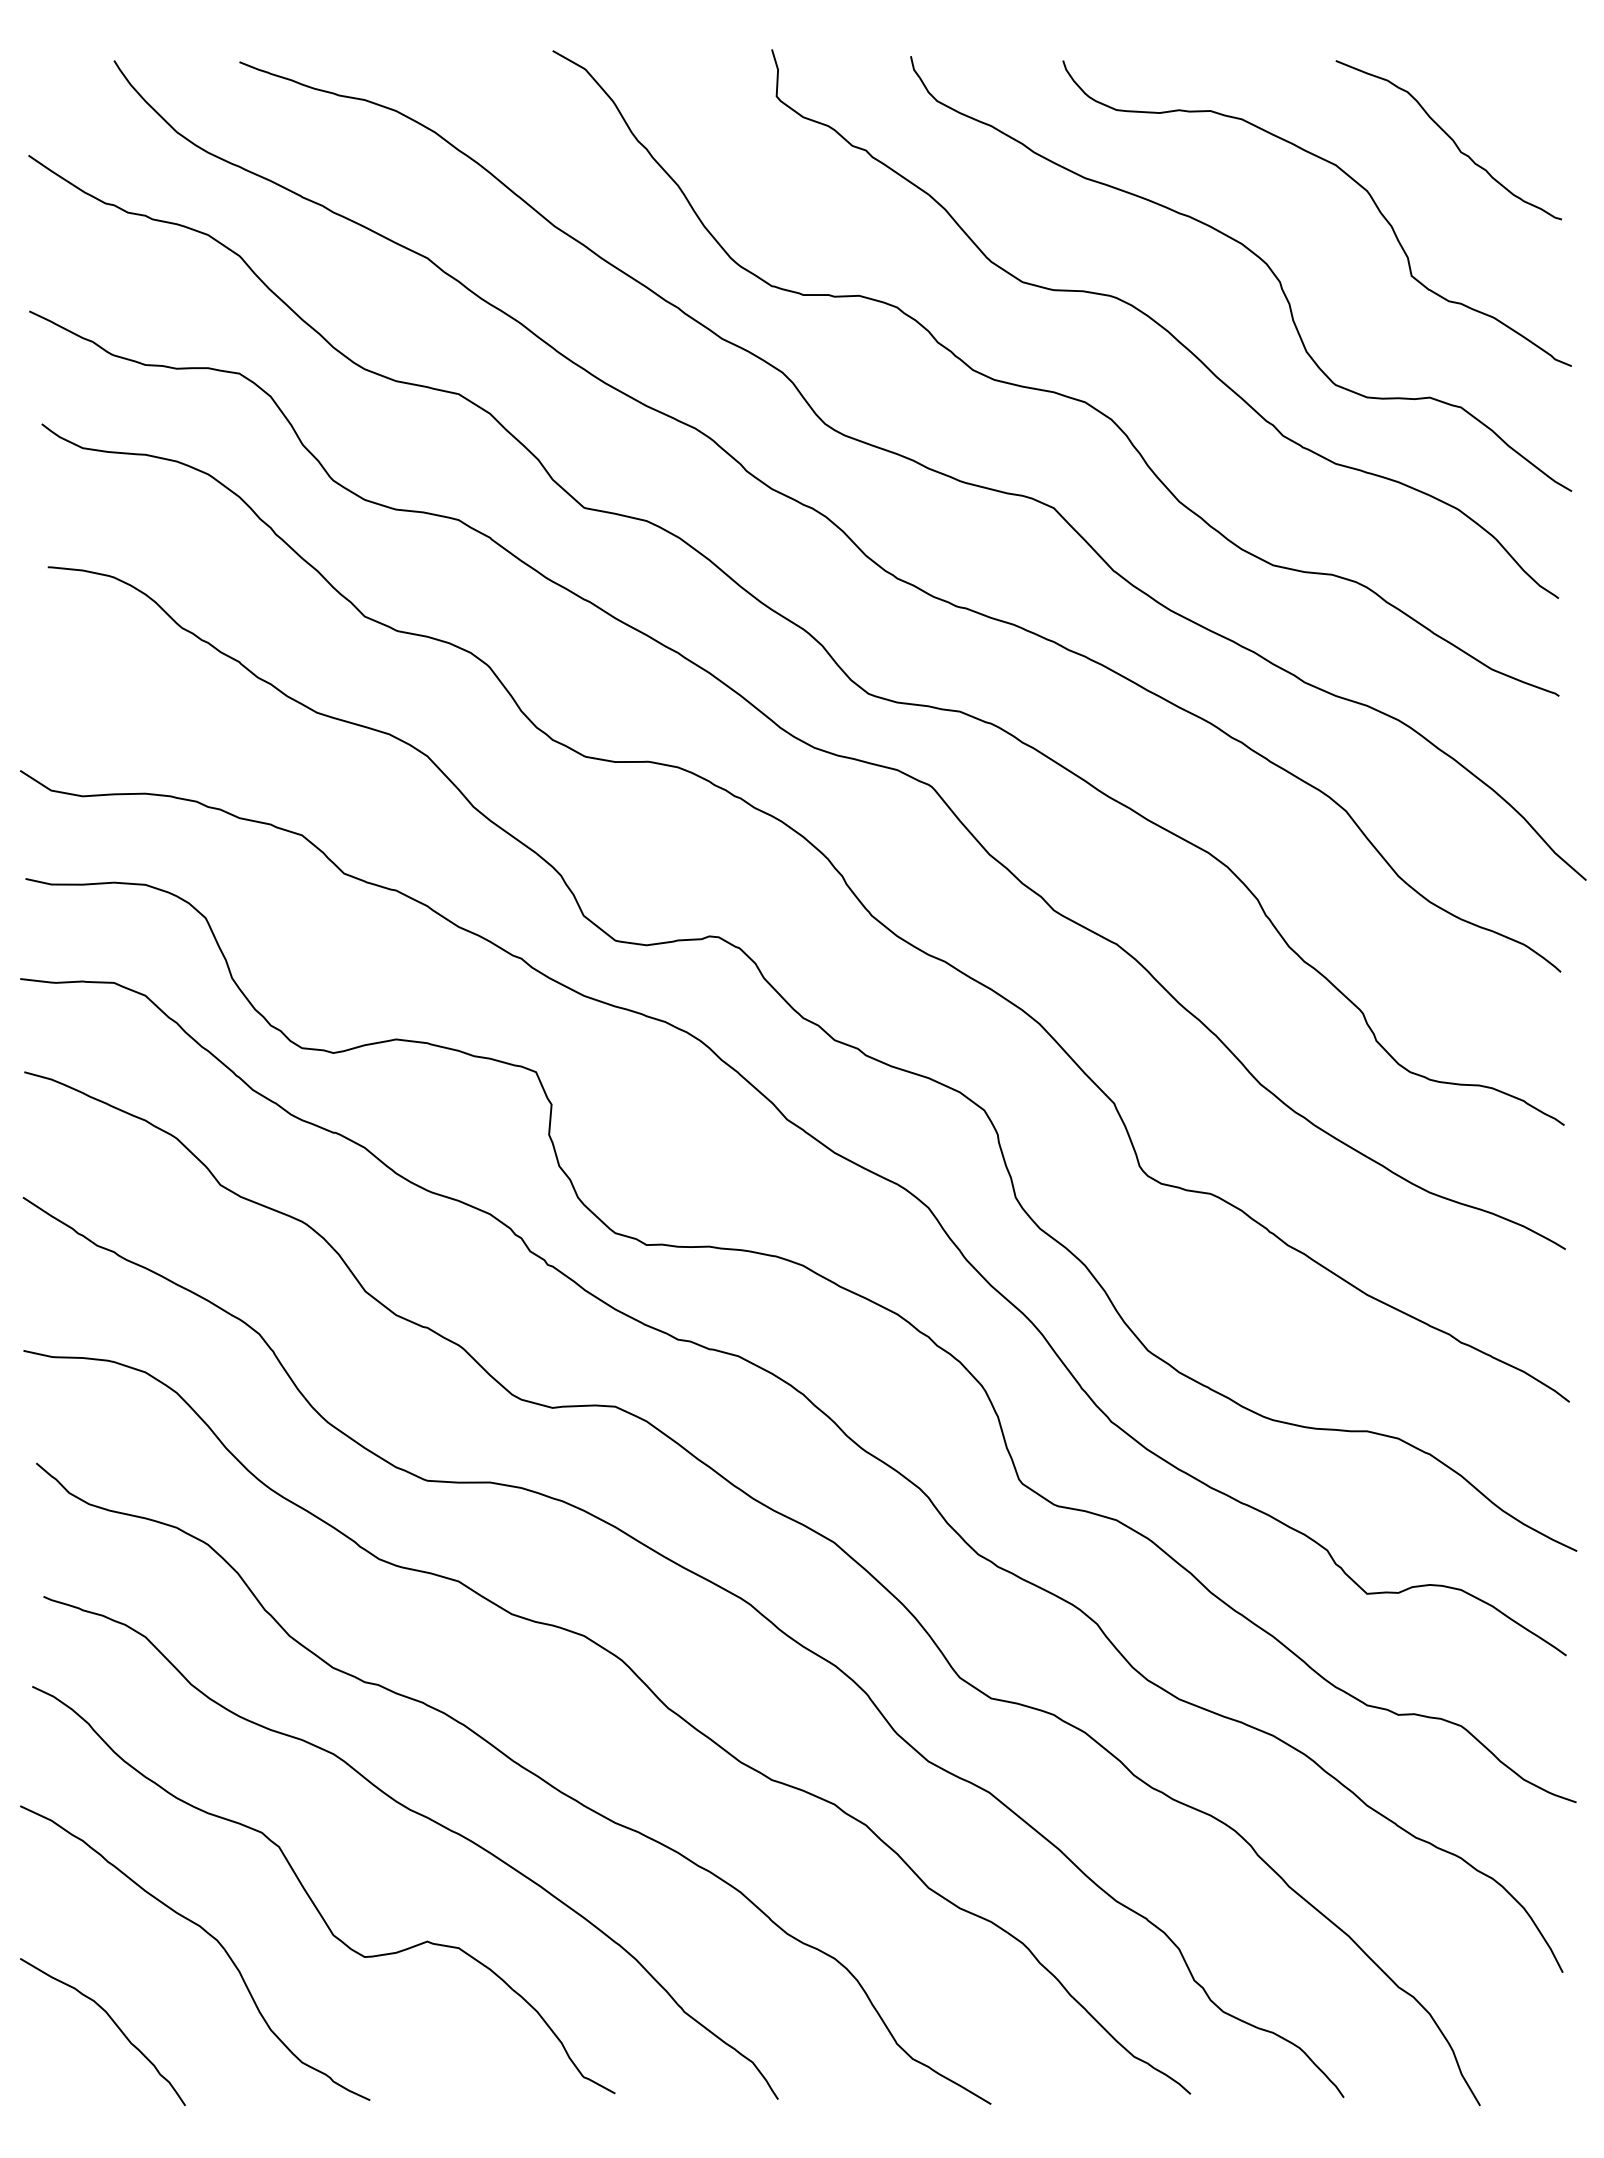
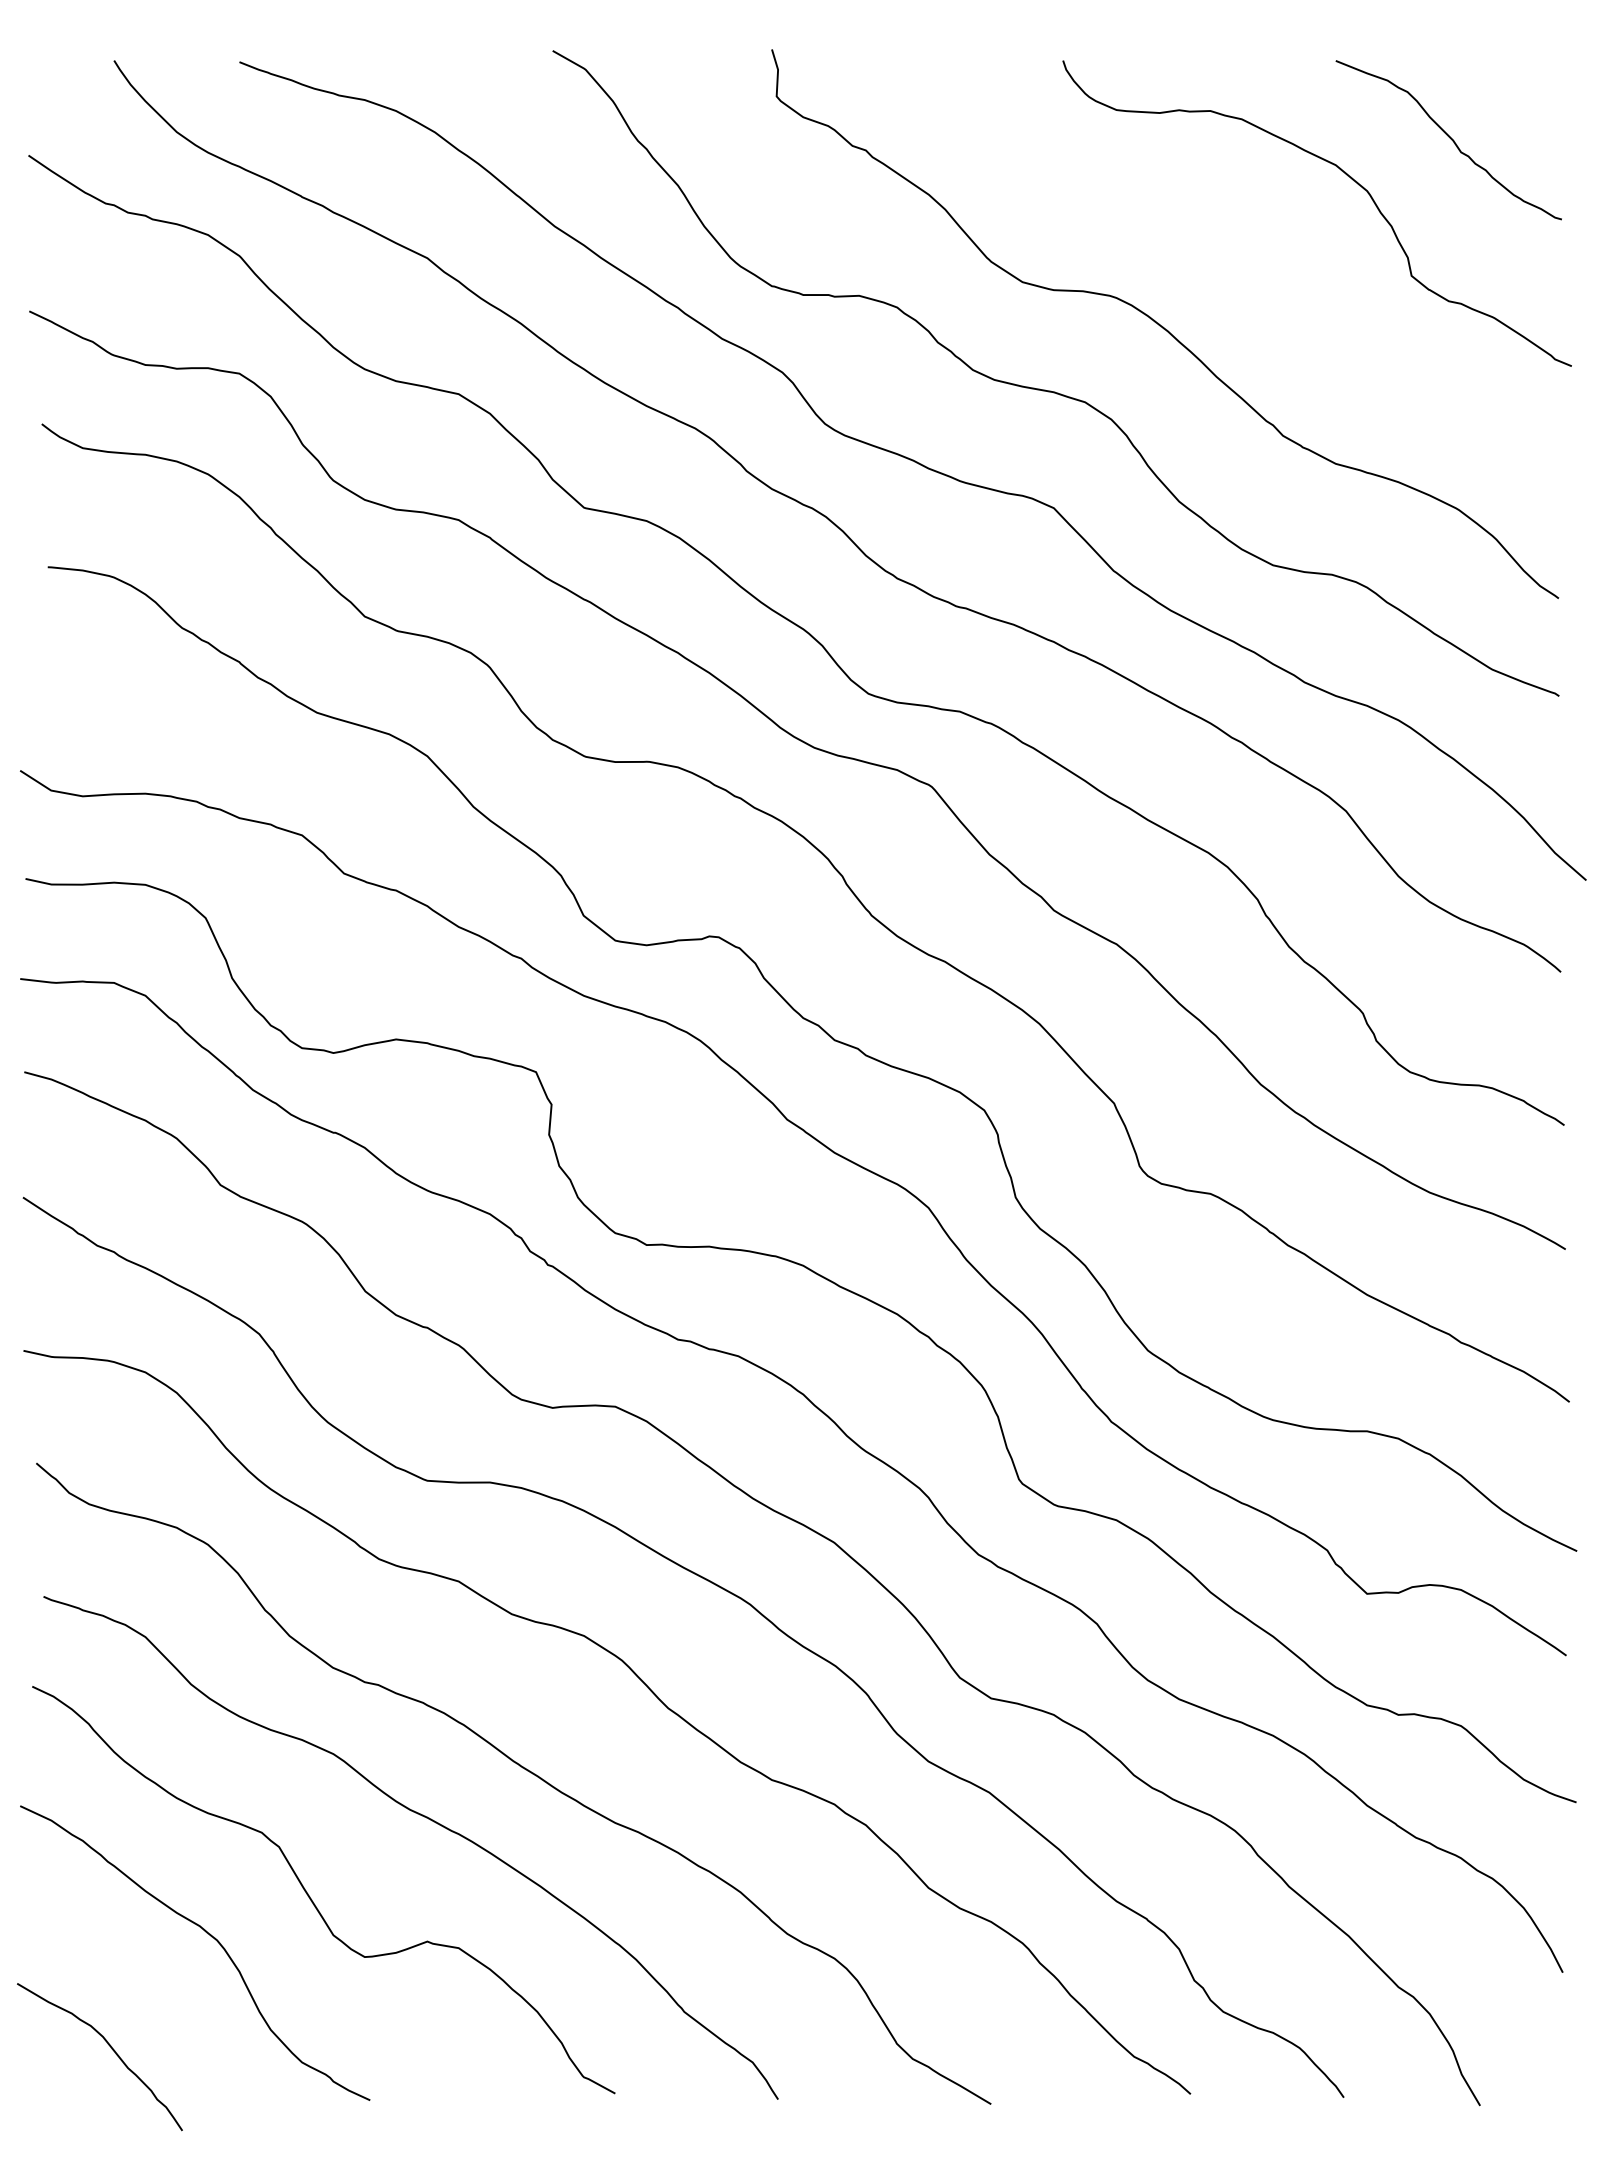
curve at (1253, 254): present -> none
curve at (114, 2024) position: (114, 2024) -> (111, 2049)
